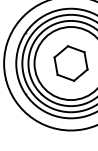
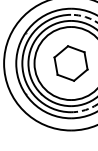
arc at (97, 22): solid -> dashed
